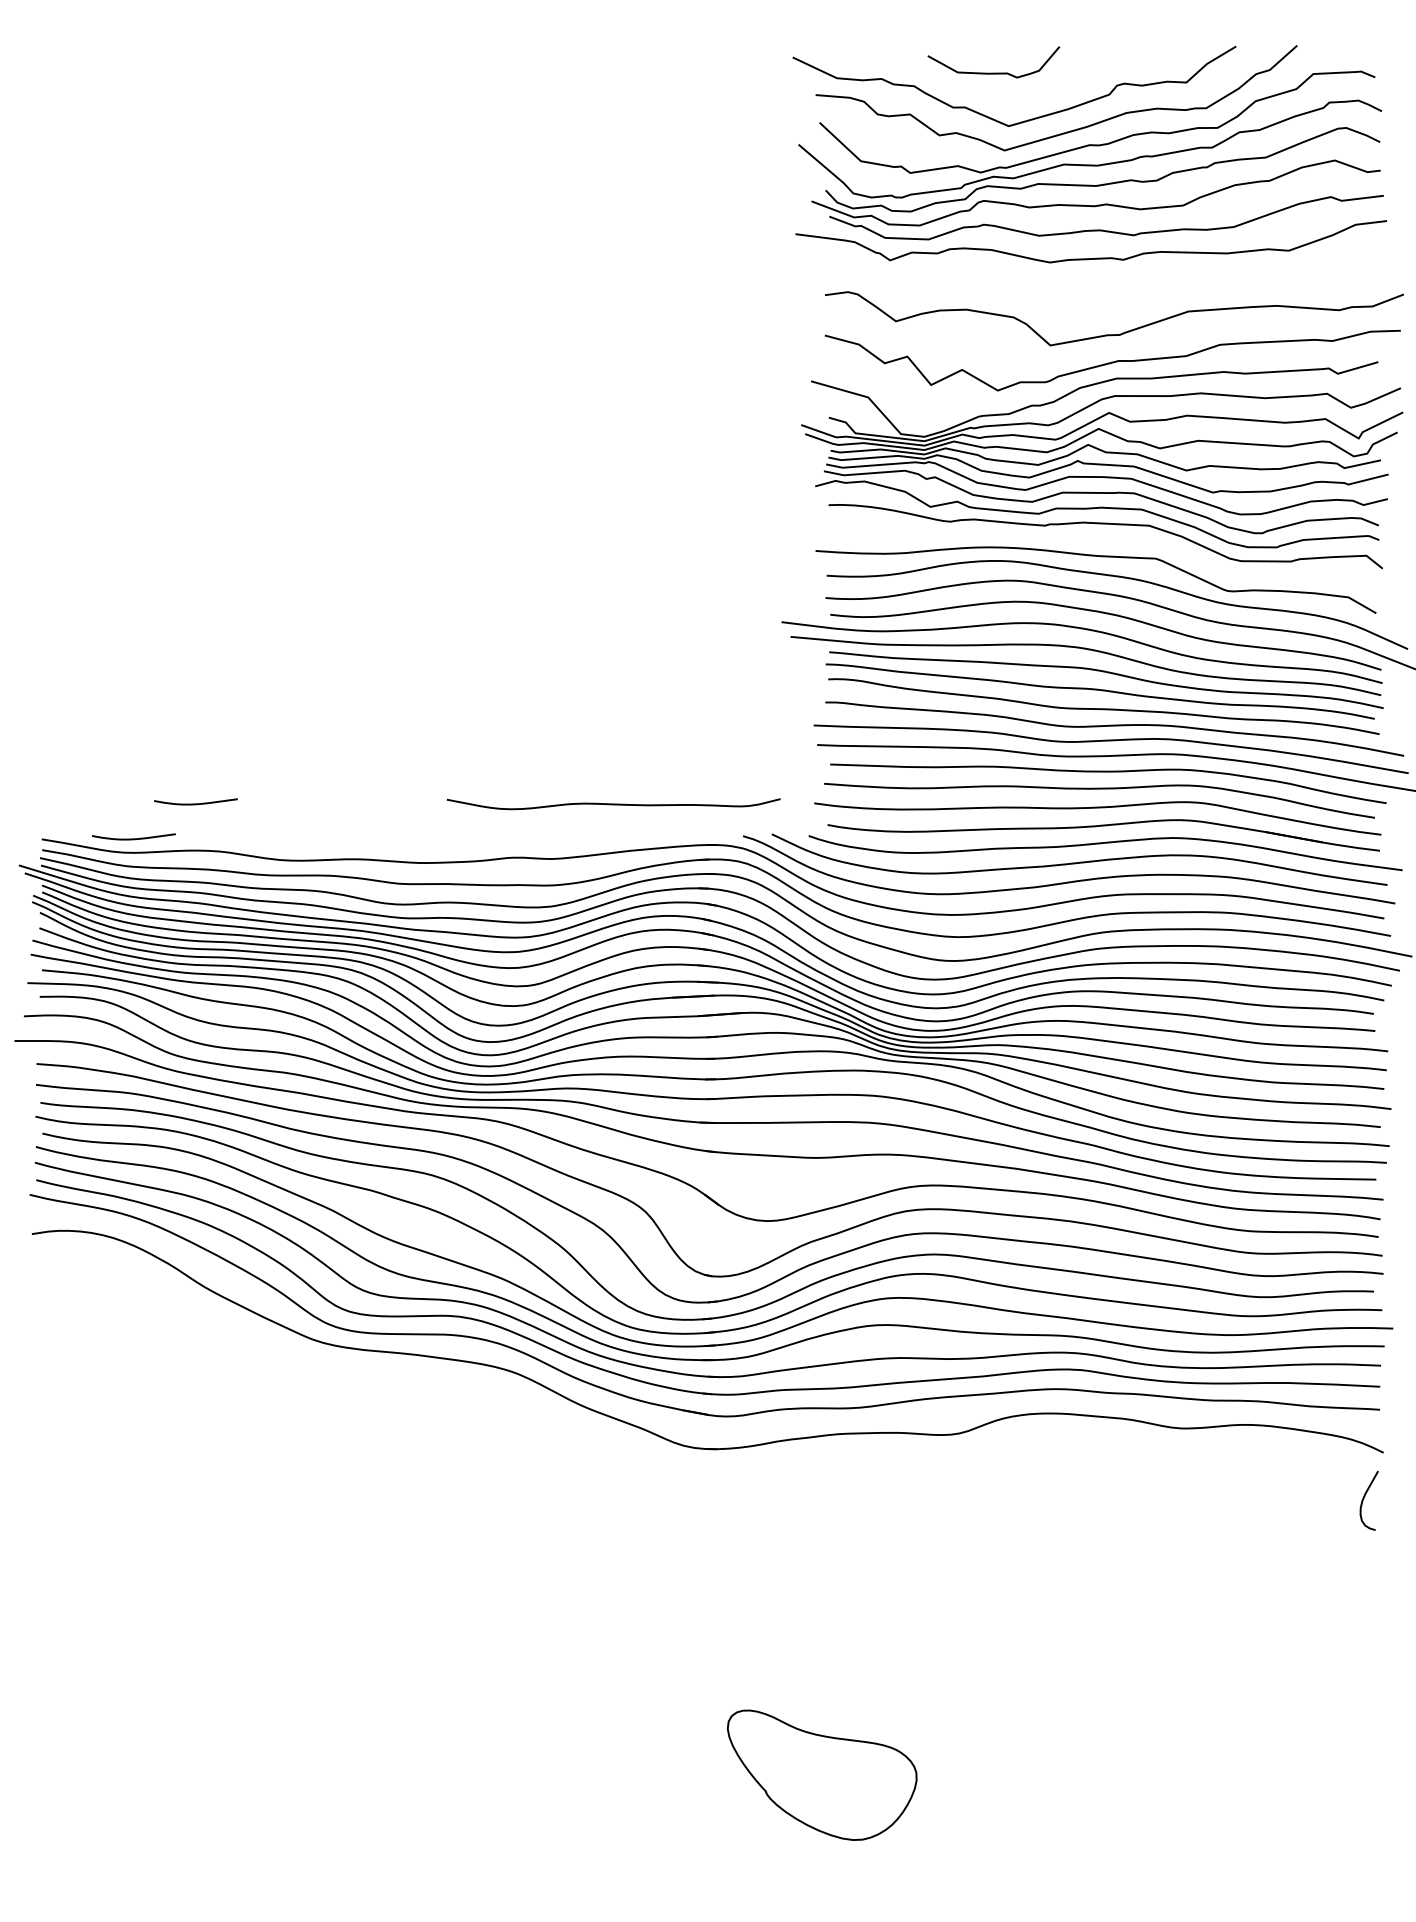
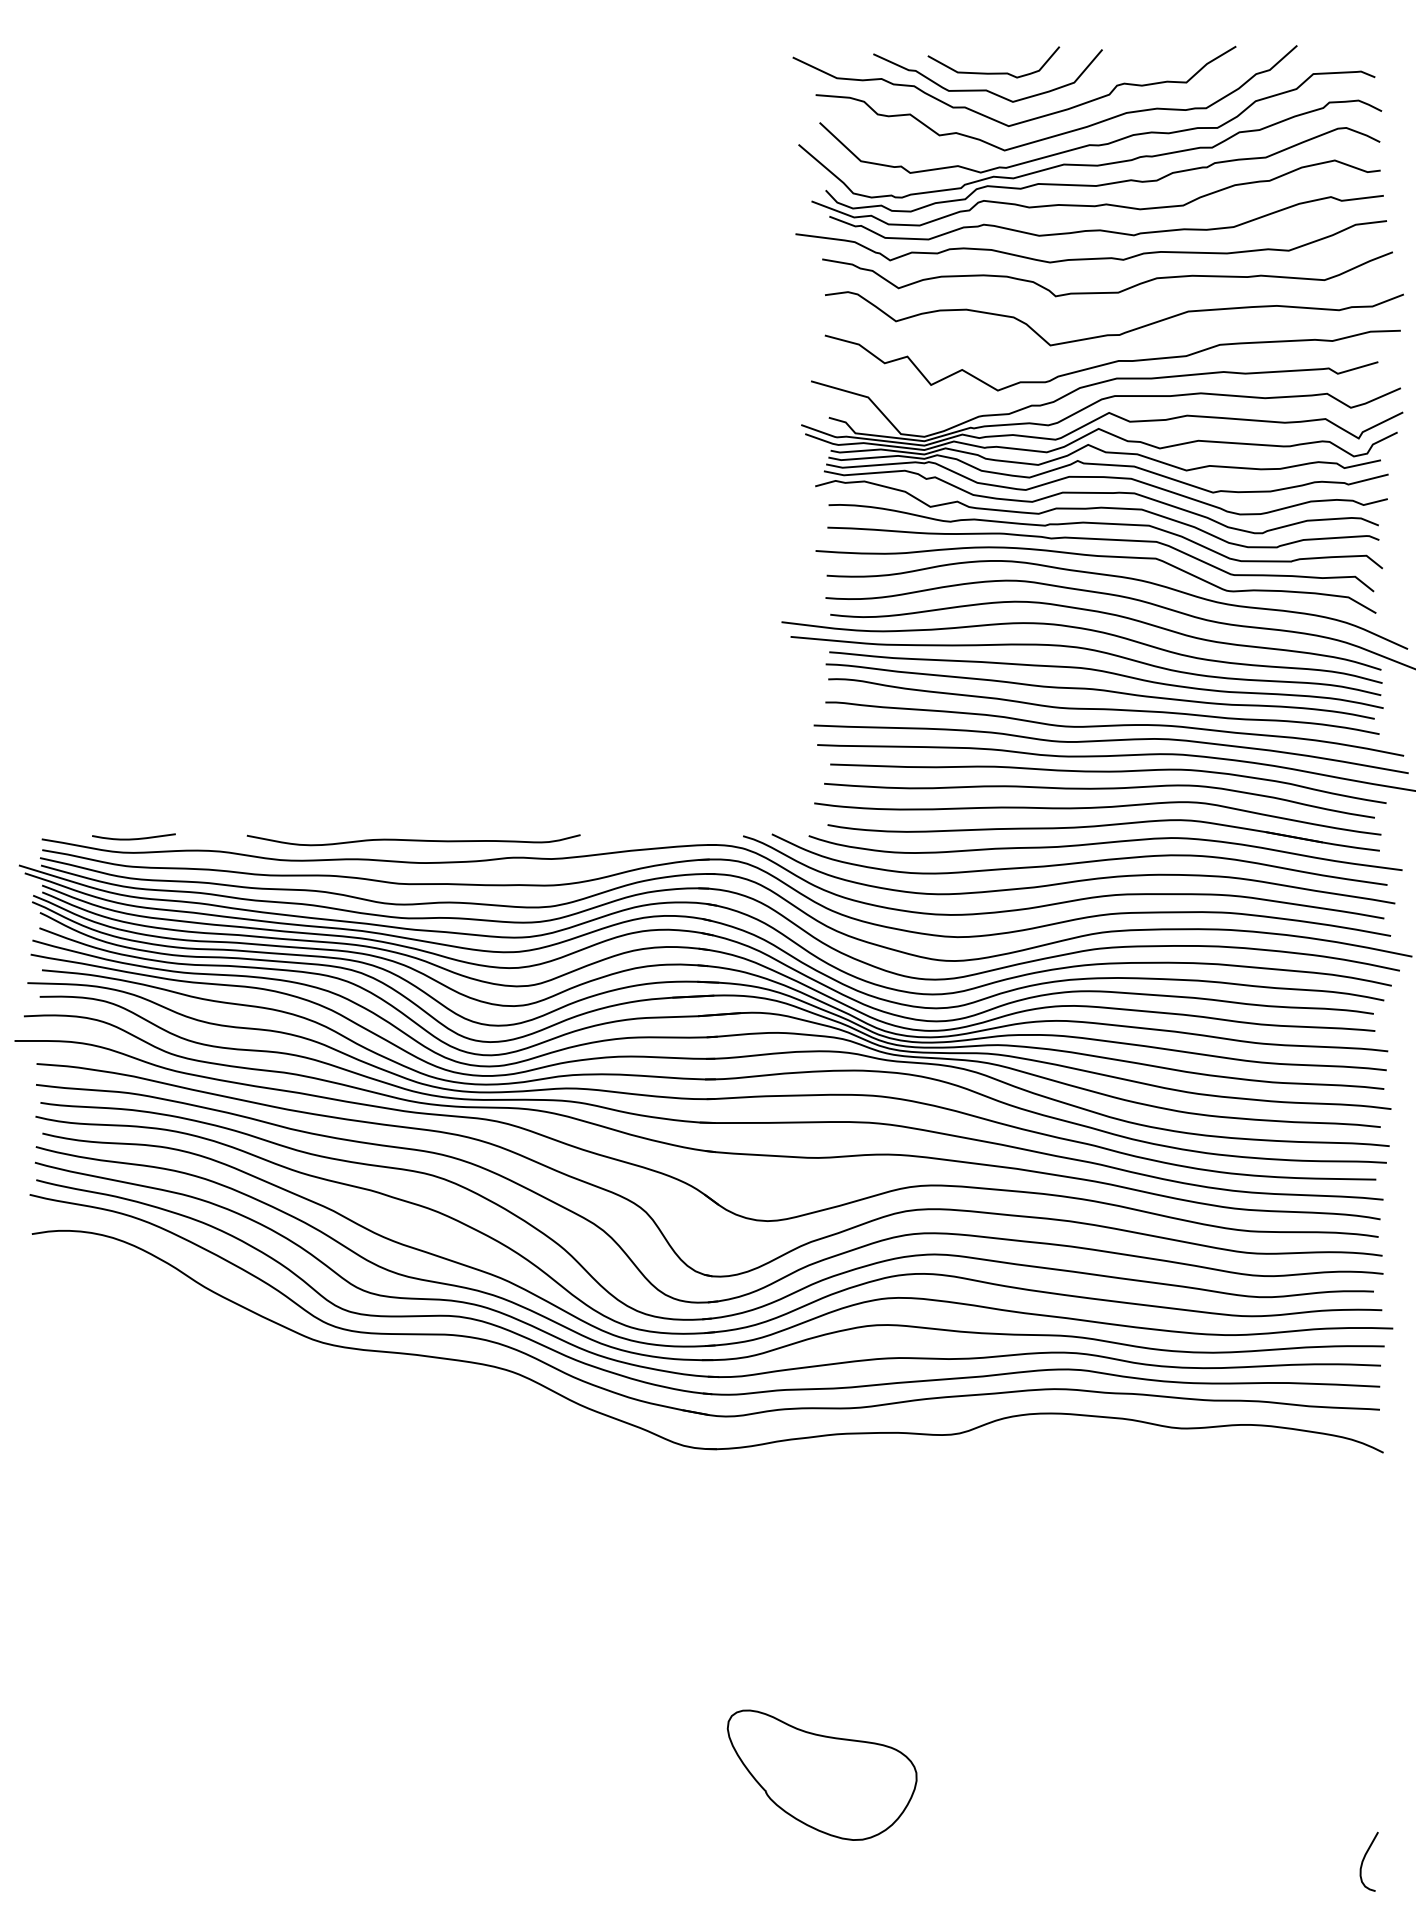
curve at (986, 89): none -> present
curve at (1110, 291): none -> present
curve at (1100, 540): none -> present
curve at (195, 803): present -> none
curve at (613, 804) position: (613, 804) -> (413, 840)
curve at (1364, 1498) position: (1364, 1498) -> (1364, 1859)
